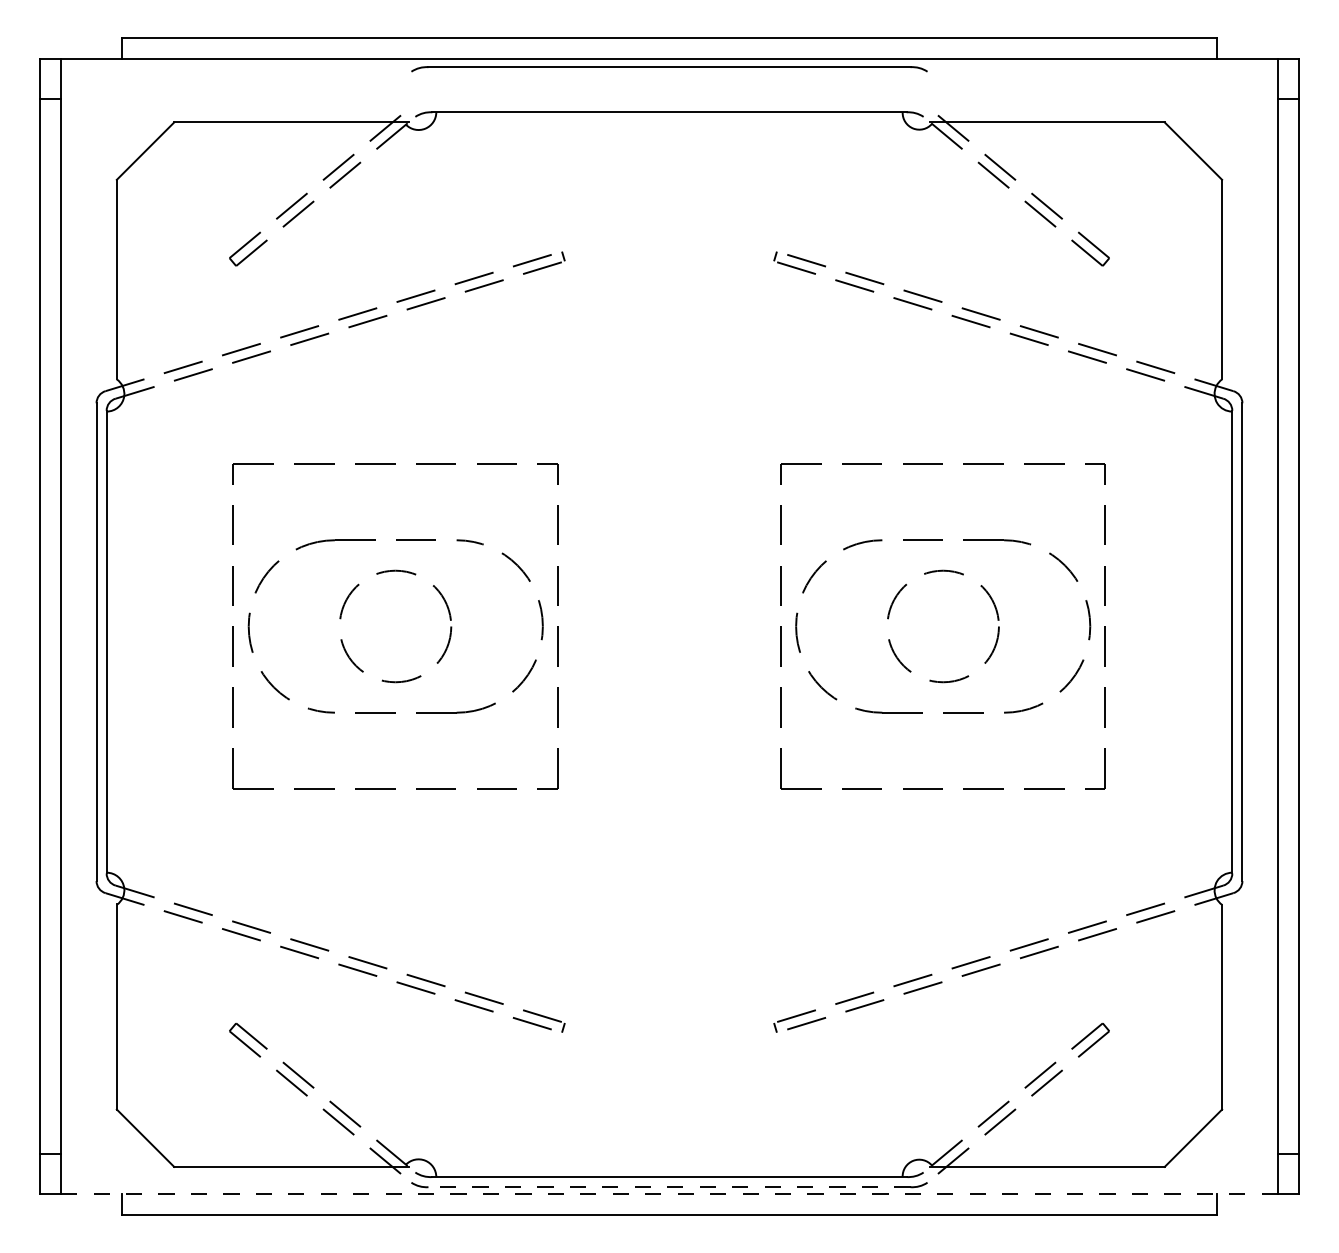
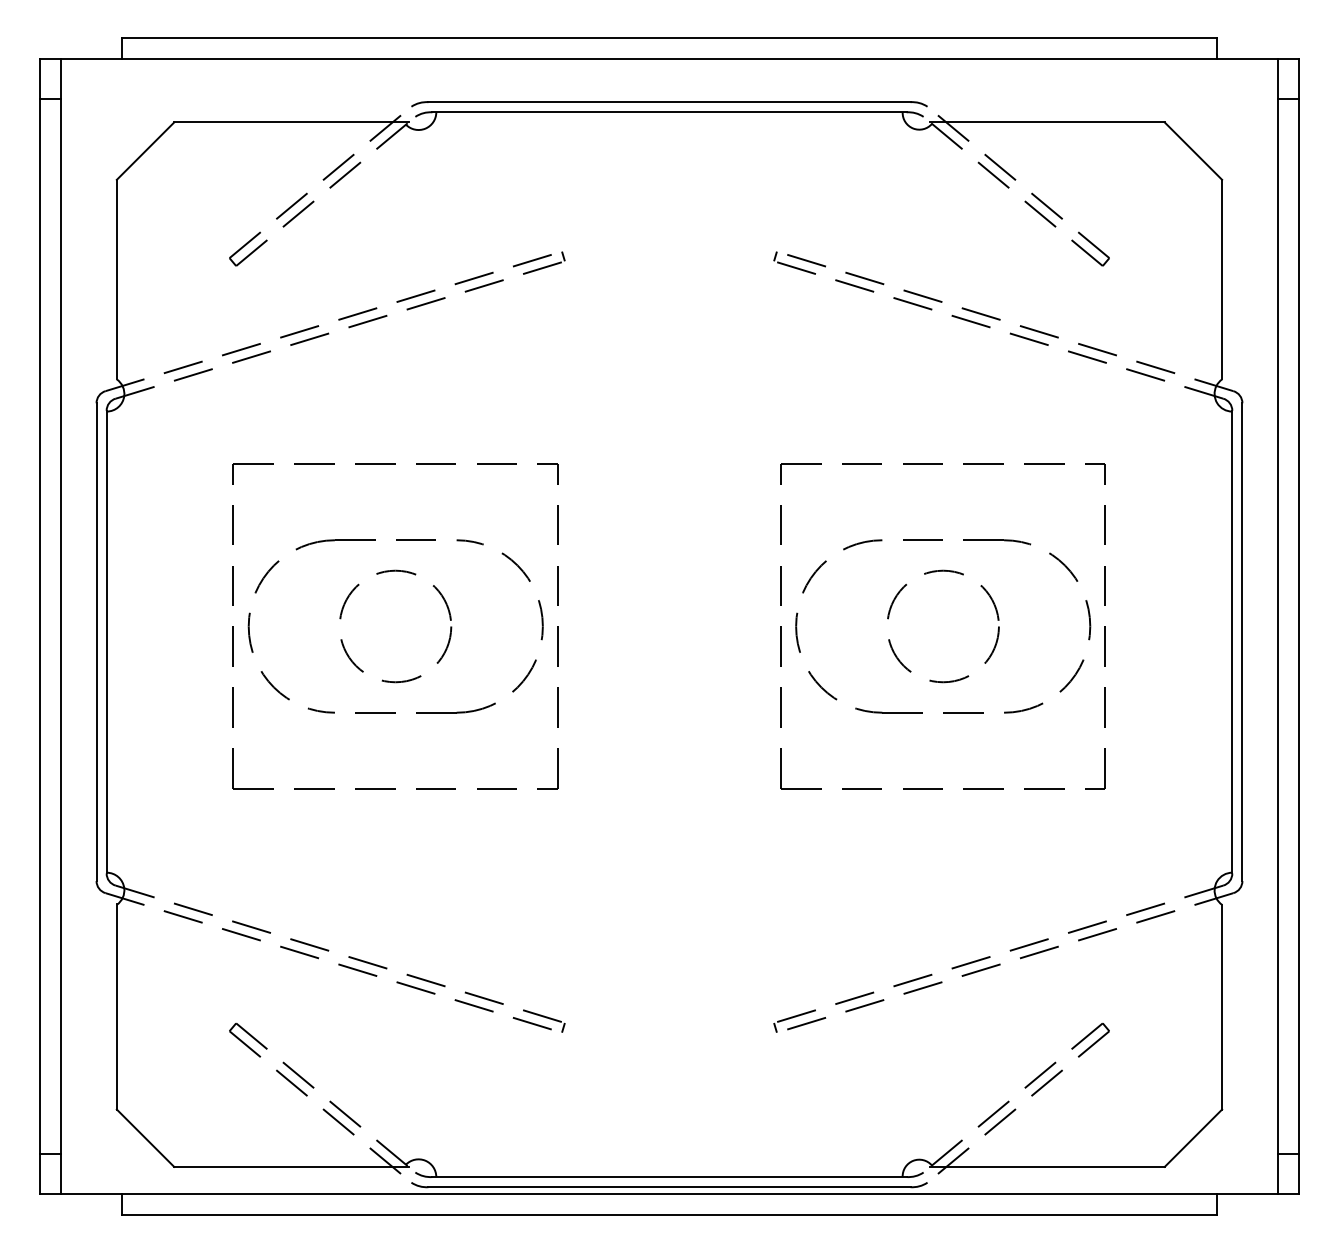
part at (669, 69) position: (669, 69) -> (669, 104)
line at (669, 1187): dashed -> solid
line at (670, 1194): dashed -> solid
